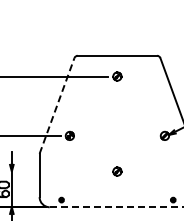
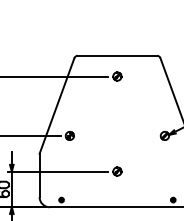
line at (57, 105): dashed -> solid
line at (57, 171): none -> present
line at (116, 207): dashed -> solid
